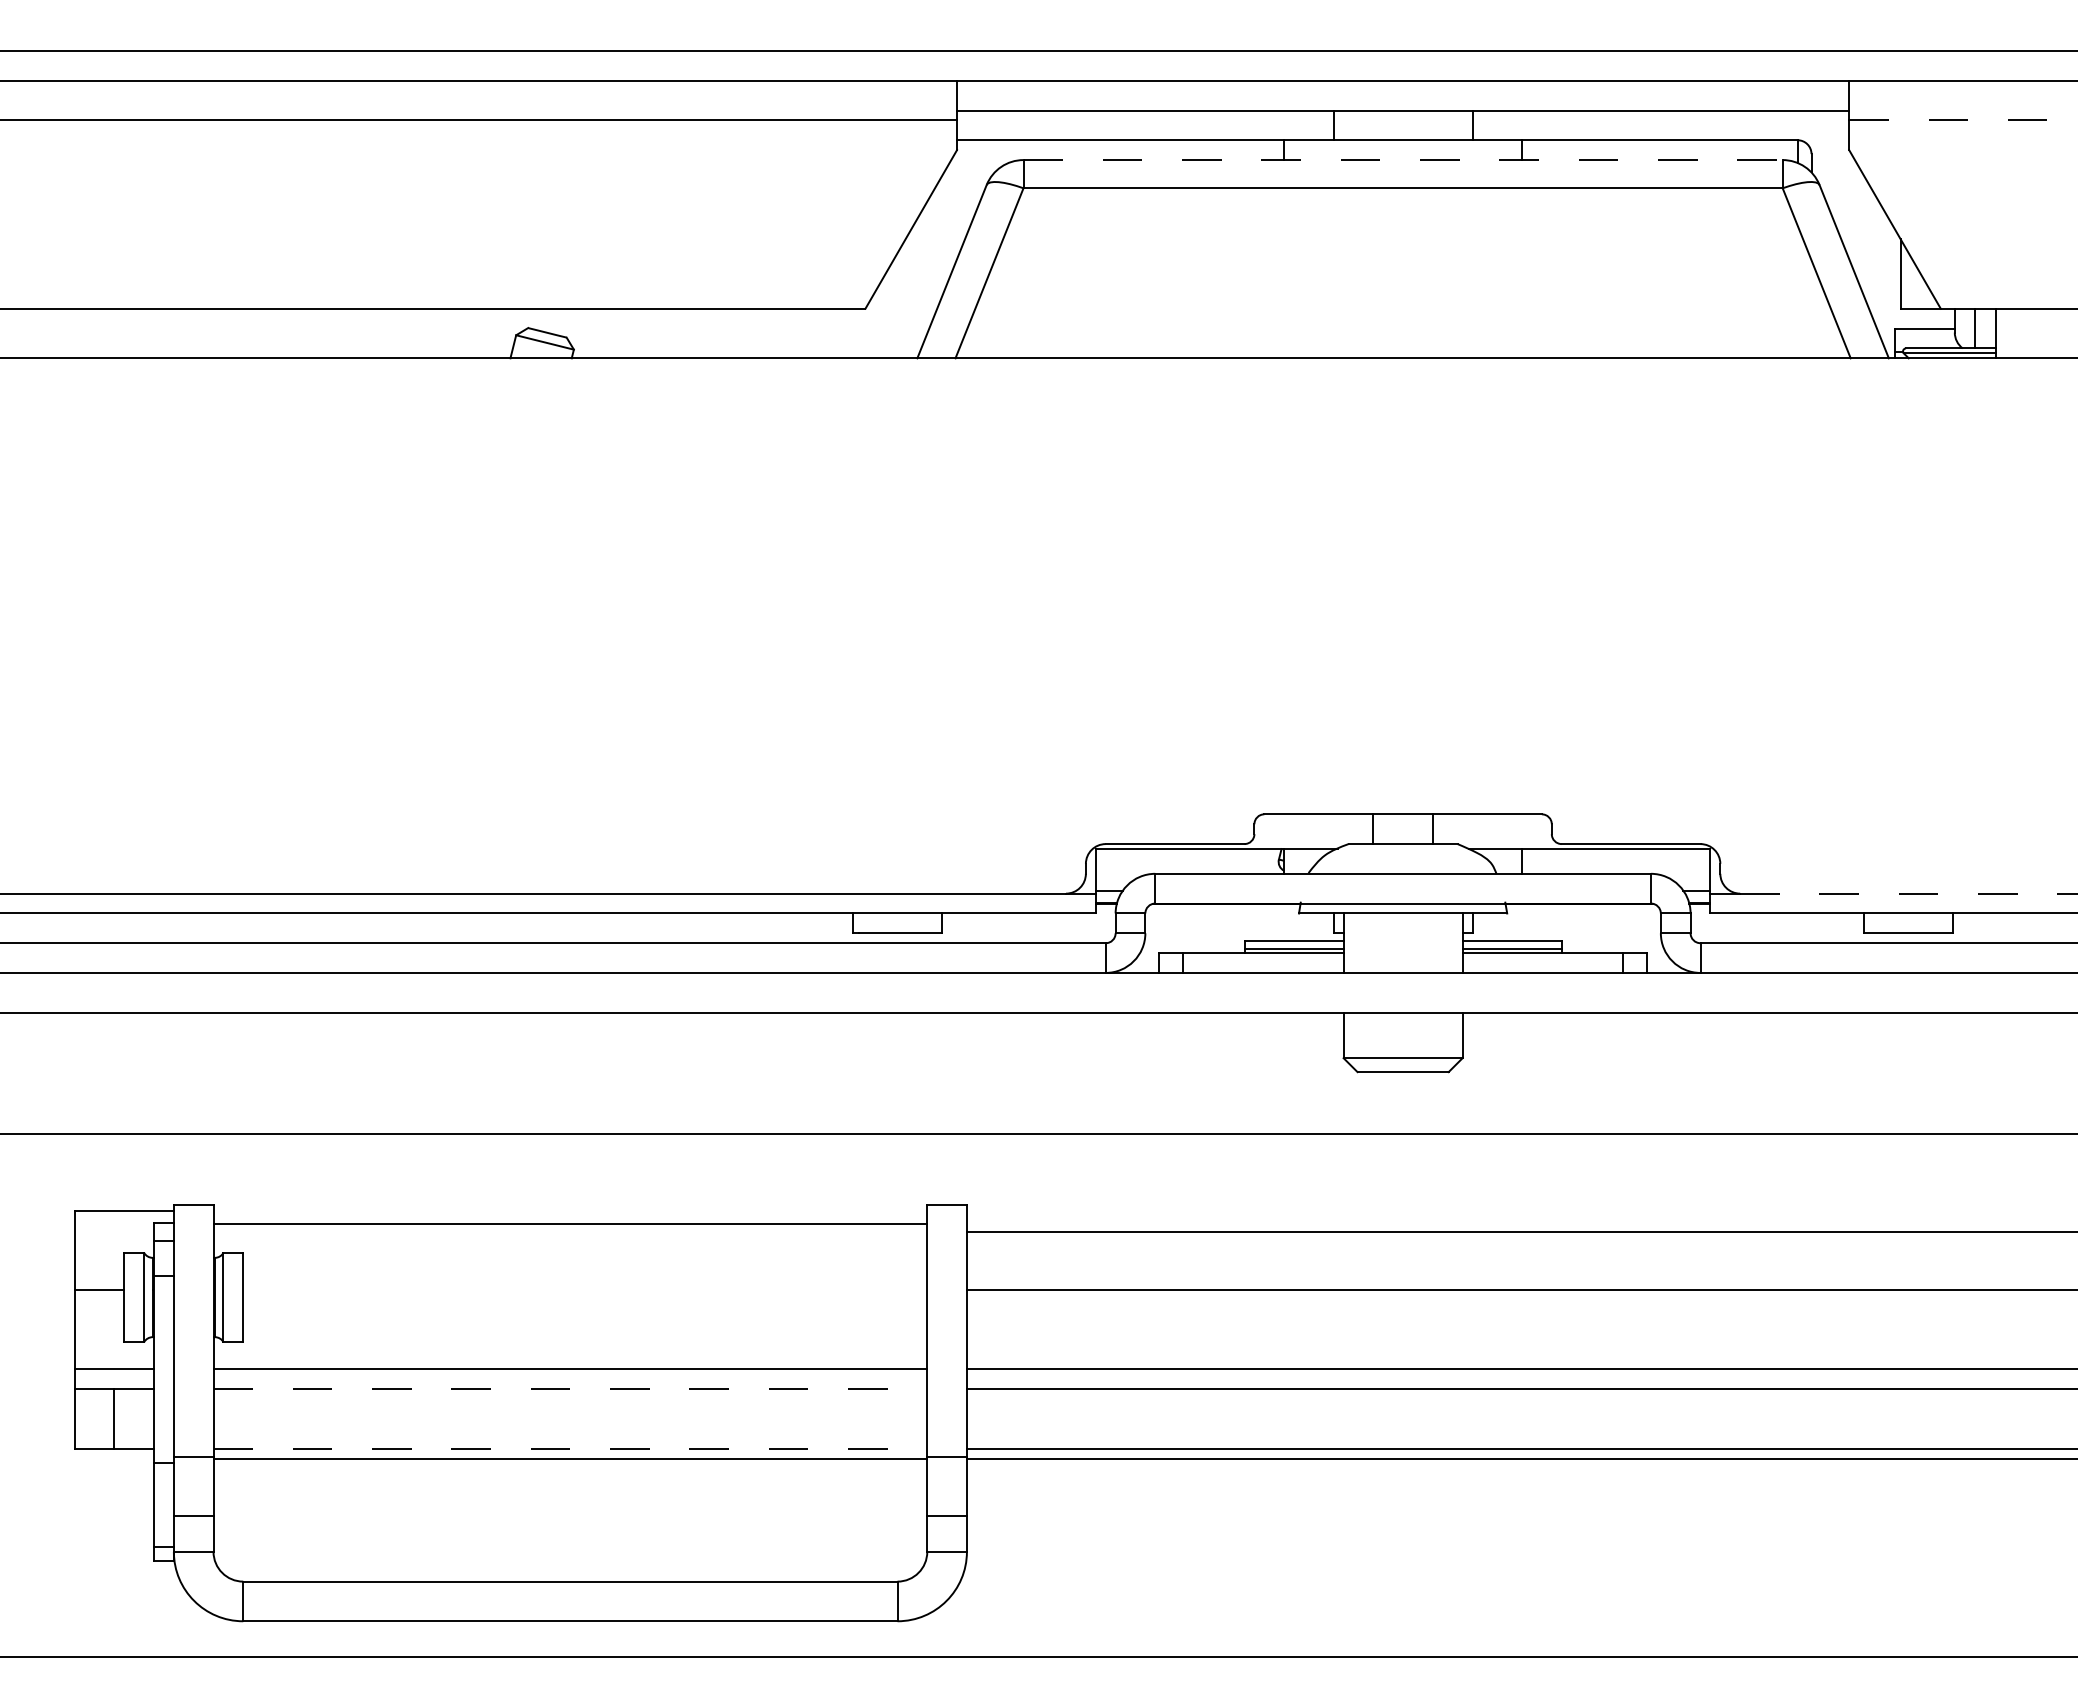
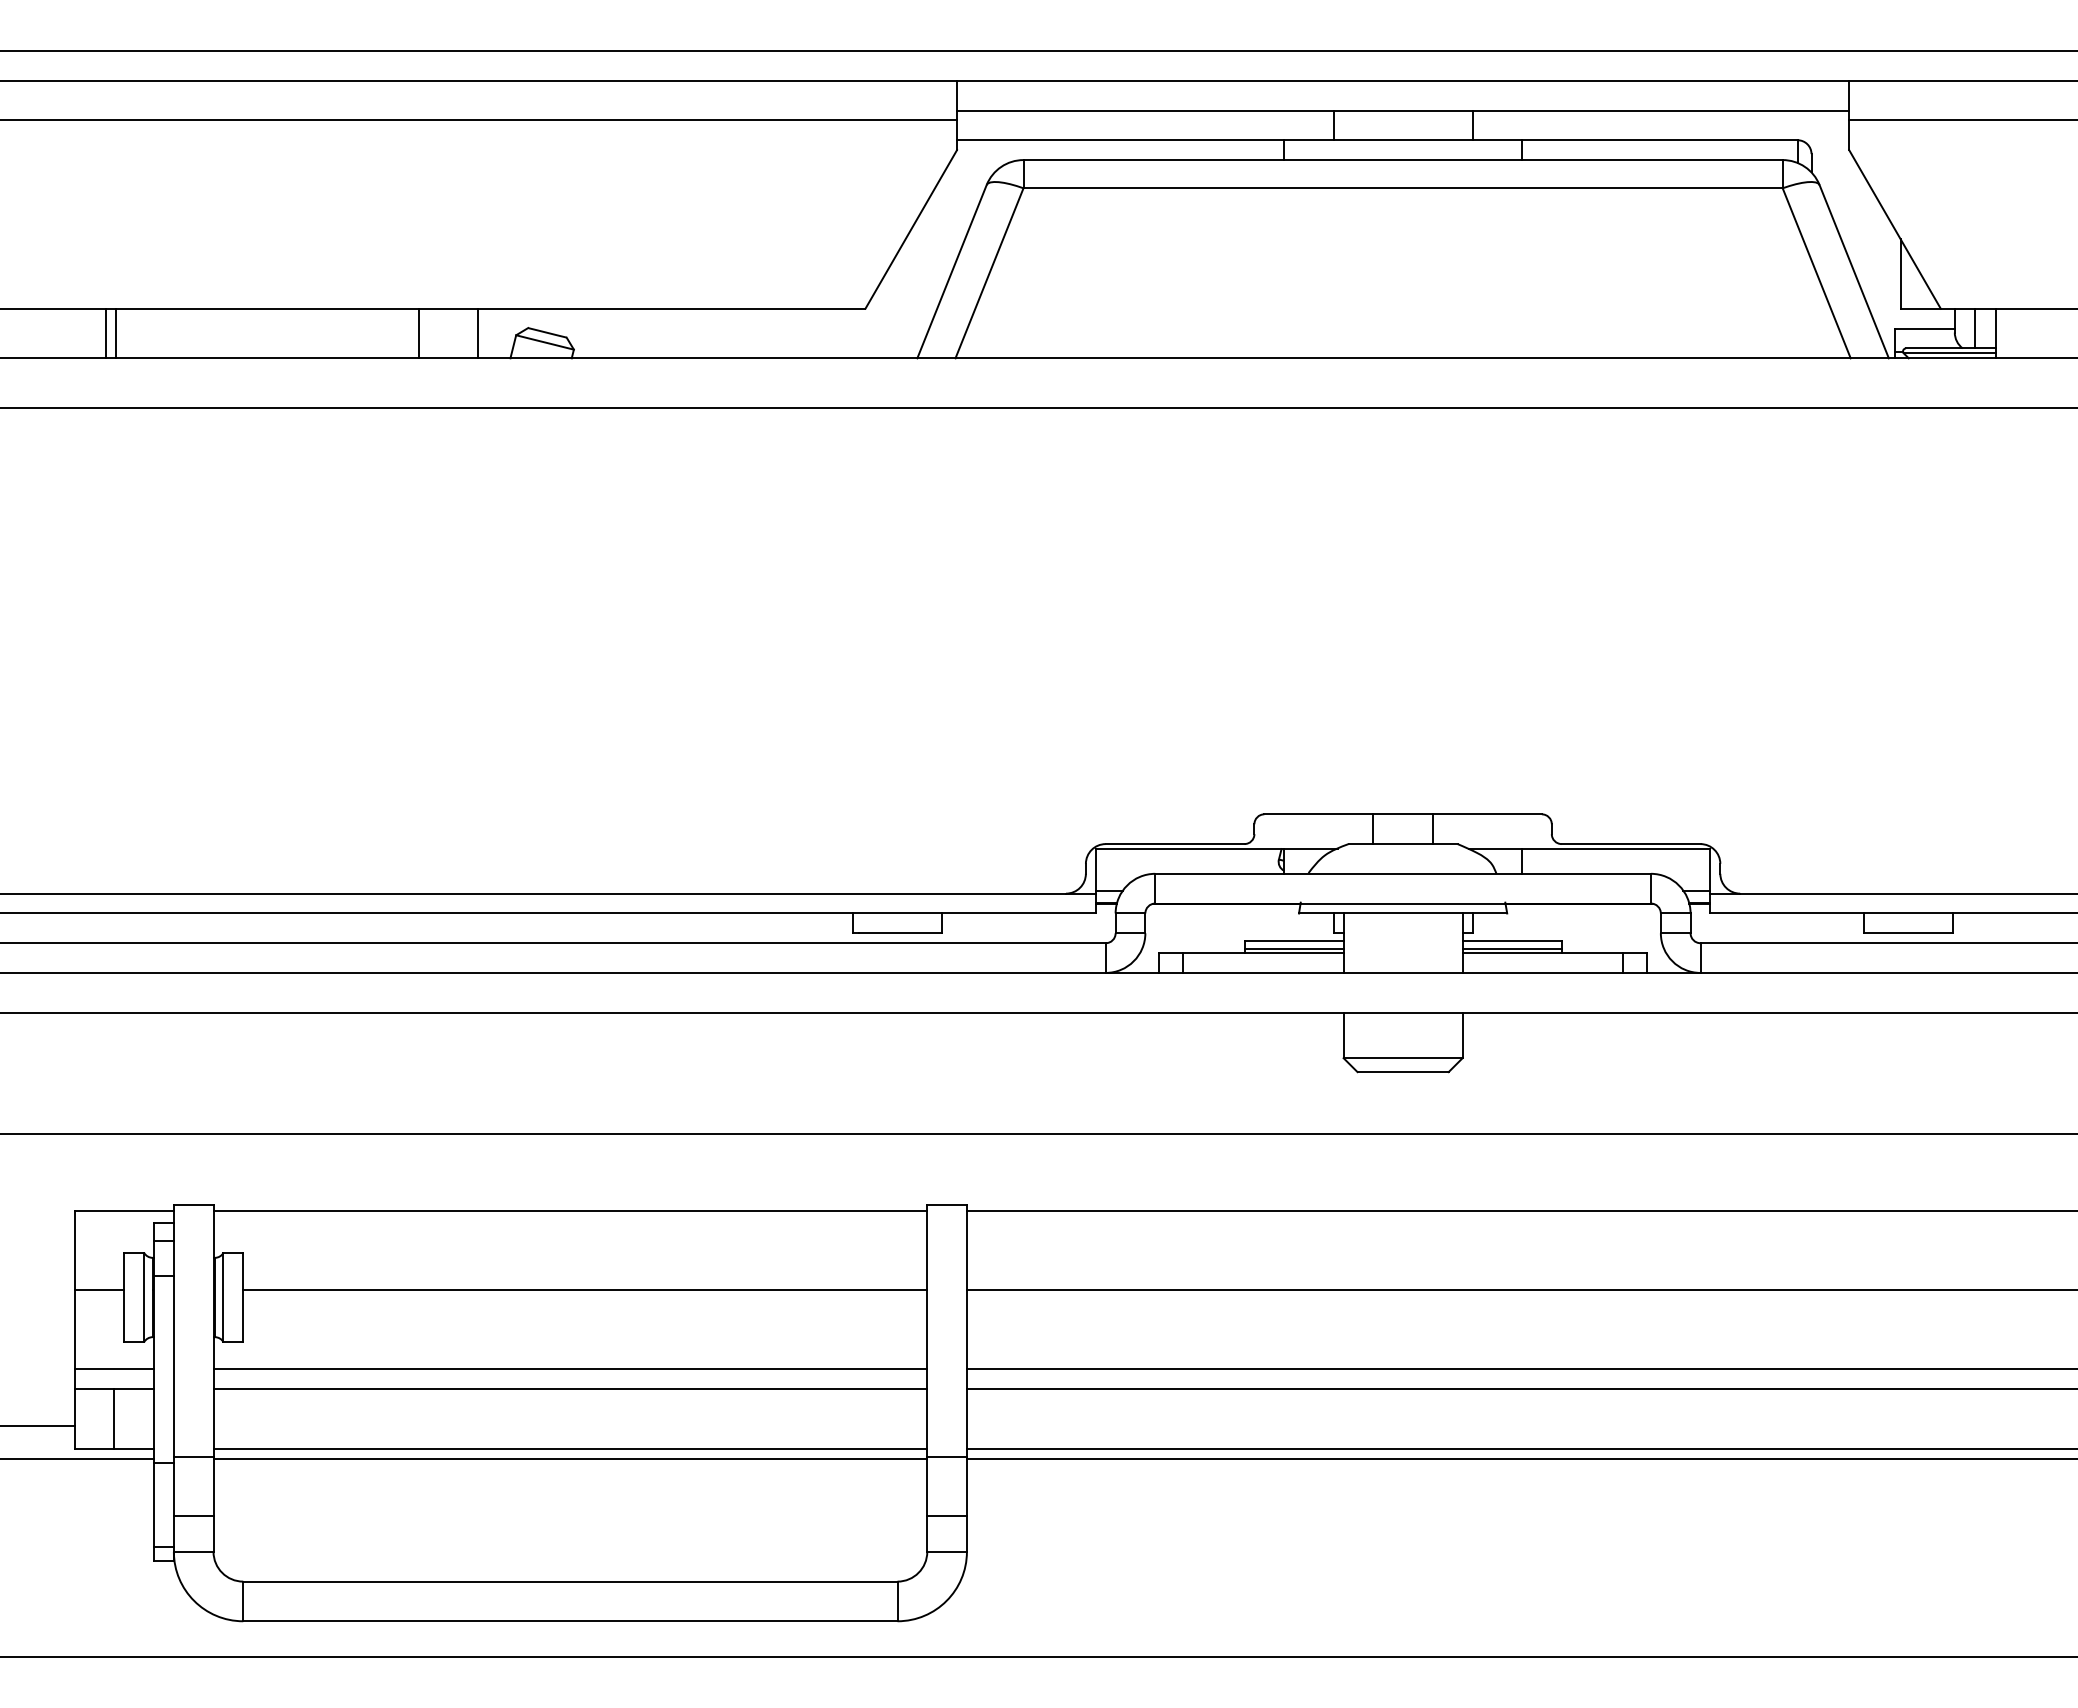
line at (1963, 120): dashed -> solid
line at (1403, 160): dashed -> solid
line at (106, 333): none -> present
line at (116, 333): none -> present
line at (418, 333): none -> present
line at (478, 333): none -> present
line at (1038, 407): none -> present
line at (1909, 893): dashed -> solid
line at (570, 1223) position: (570, 1223) -> (570, 1210)
line at (1520, 1231) position: (1520, 1231) -> (1520, 1210)
line at (585, 1290): none -> present
line at (570, 1389): dashed -> solid
line at (38, 1426): none -> present
line at (570, 1448): dashed -> solid
line at (78, 1458): none -> present
